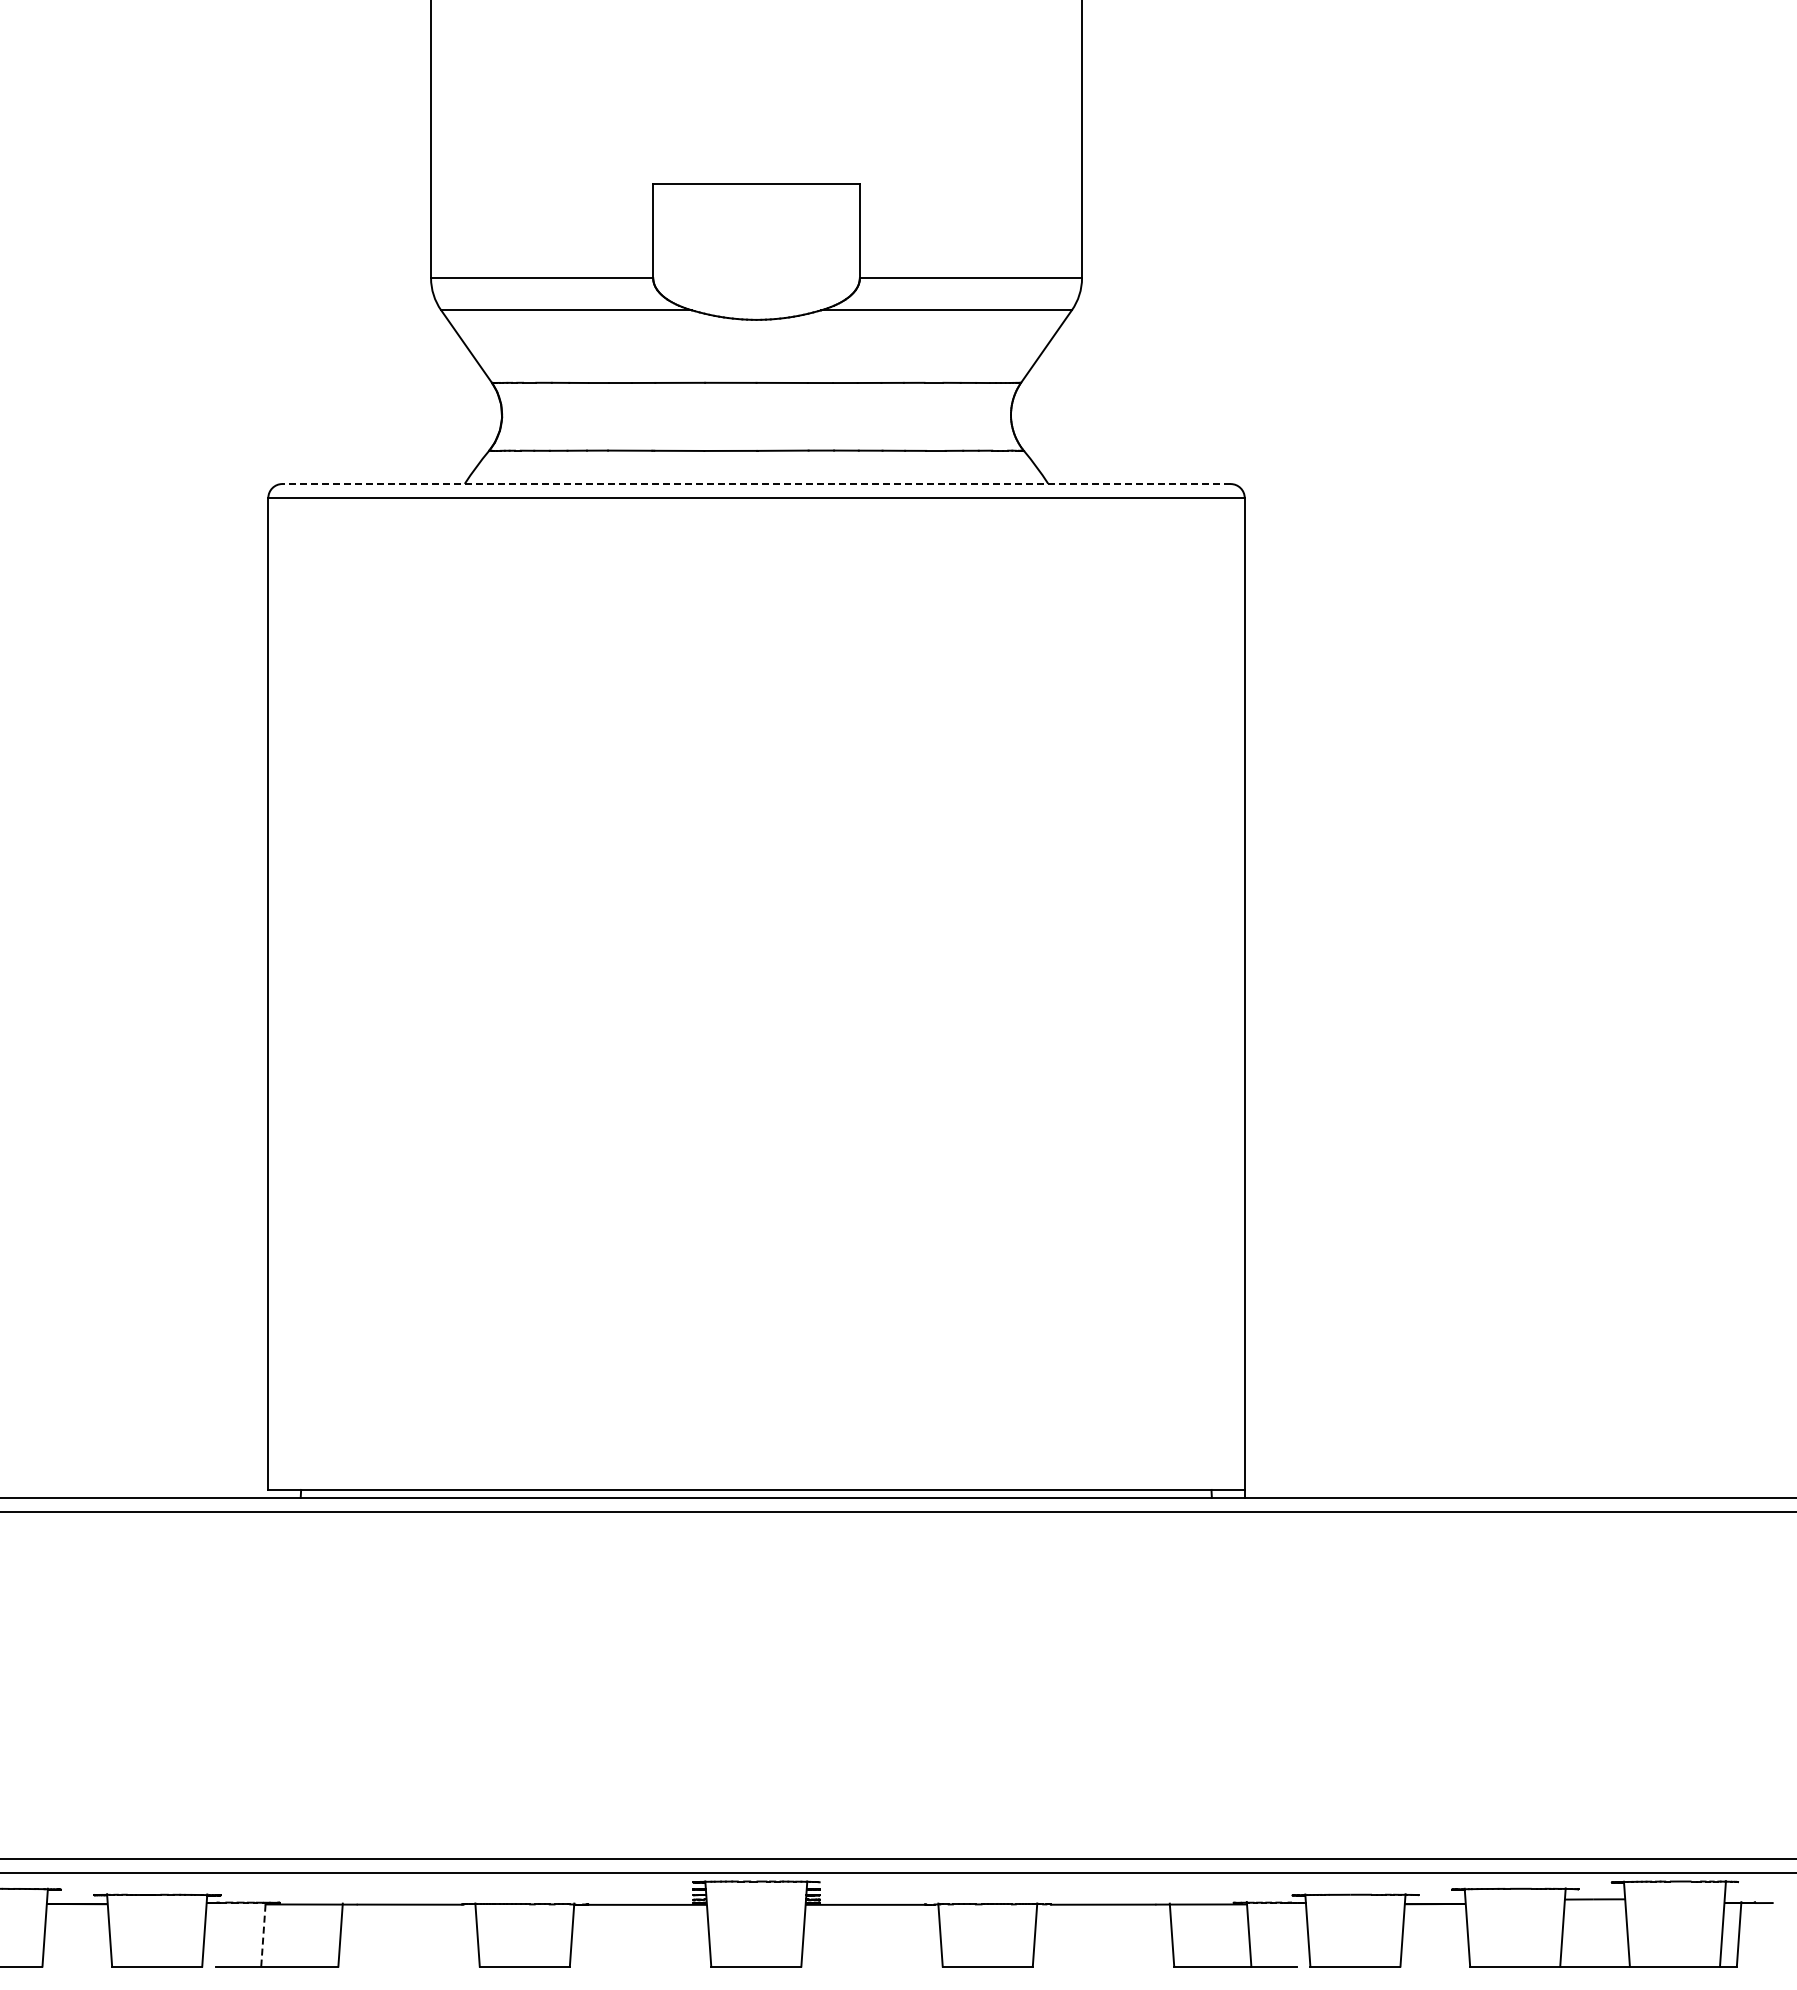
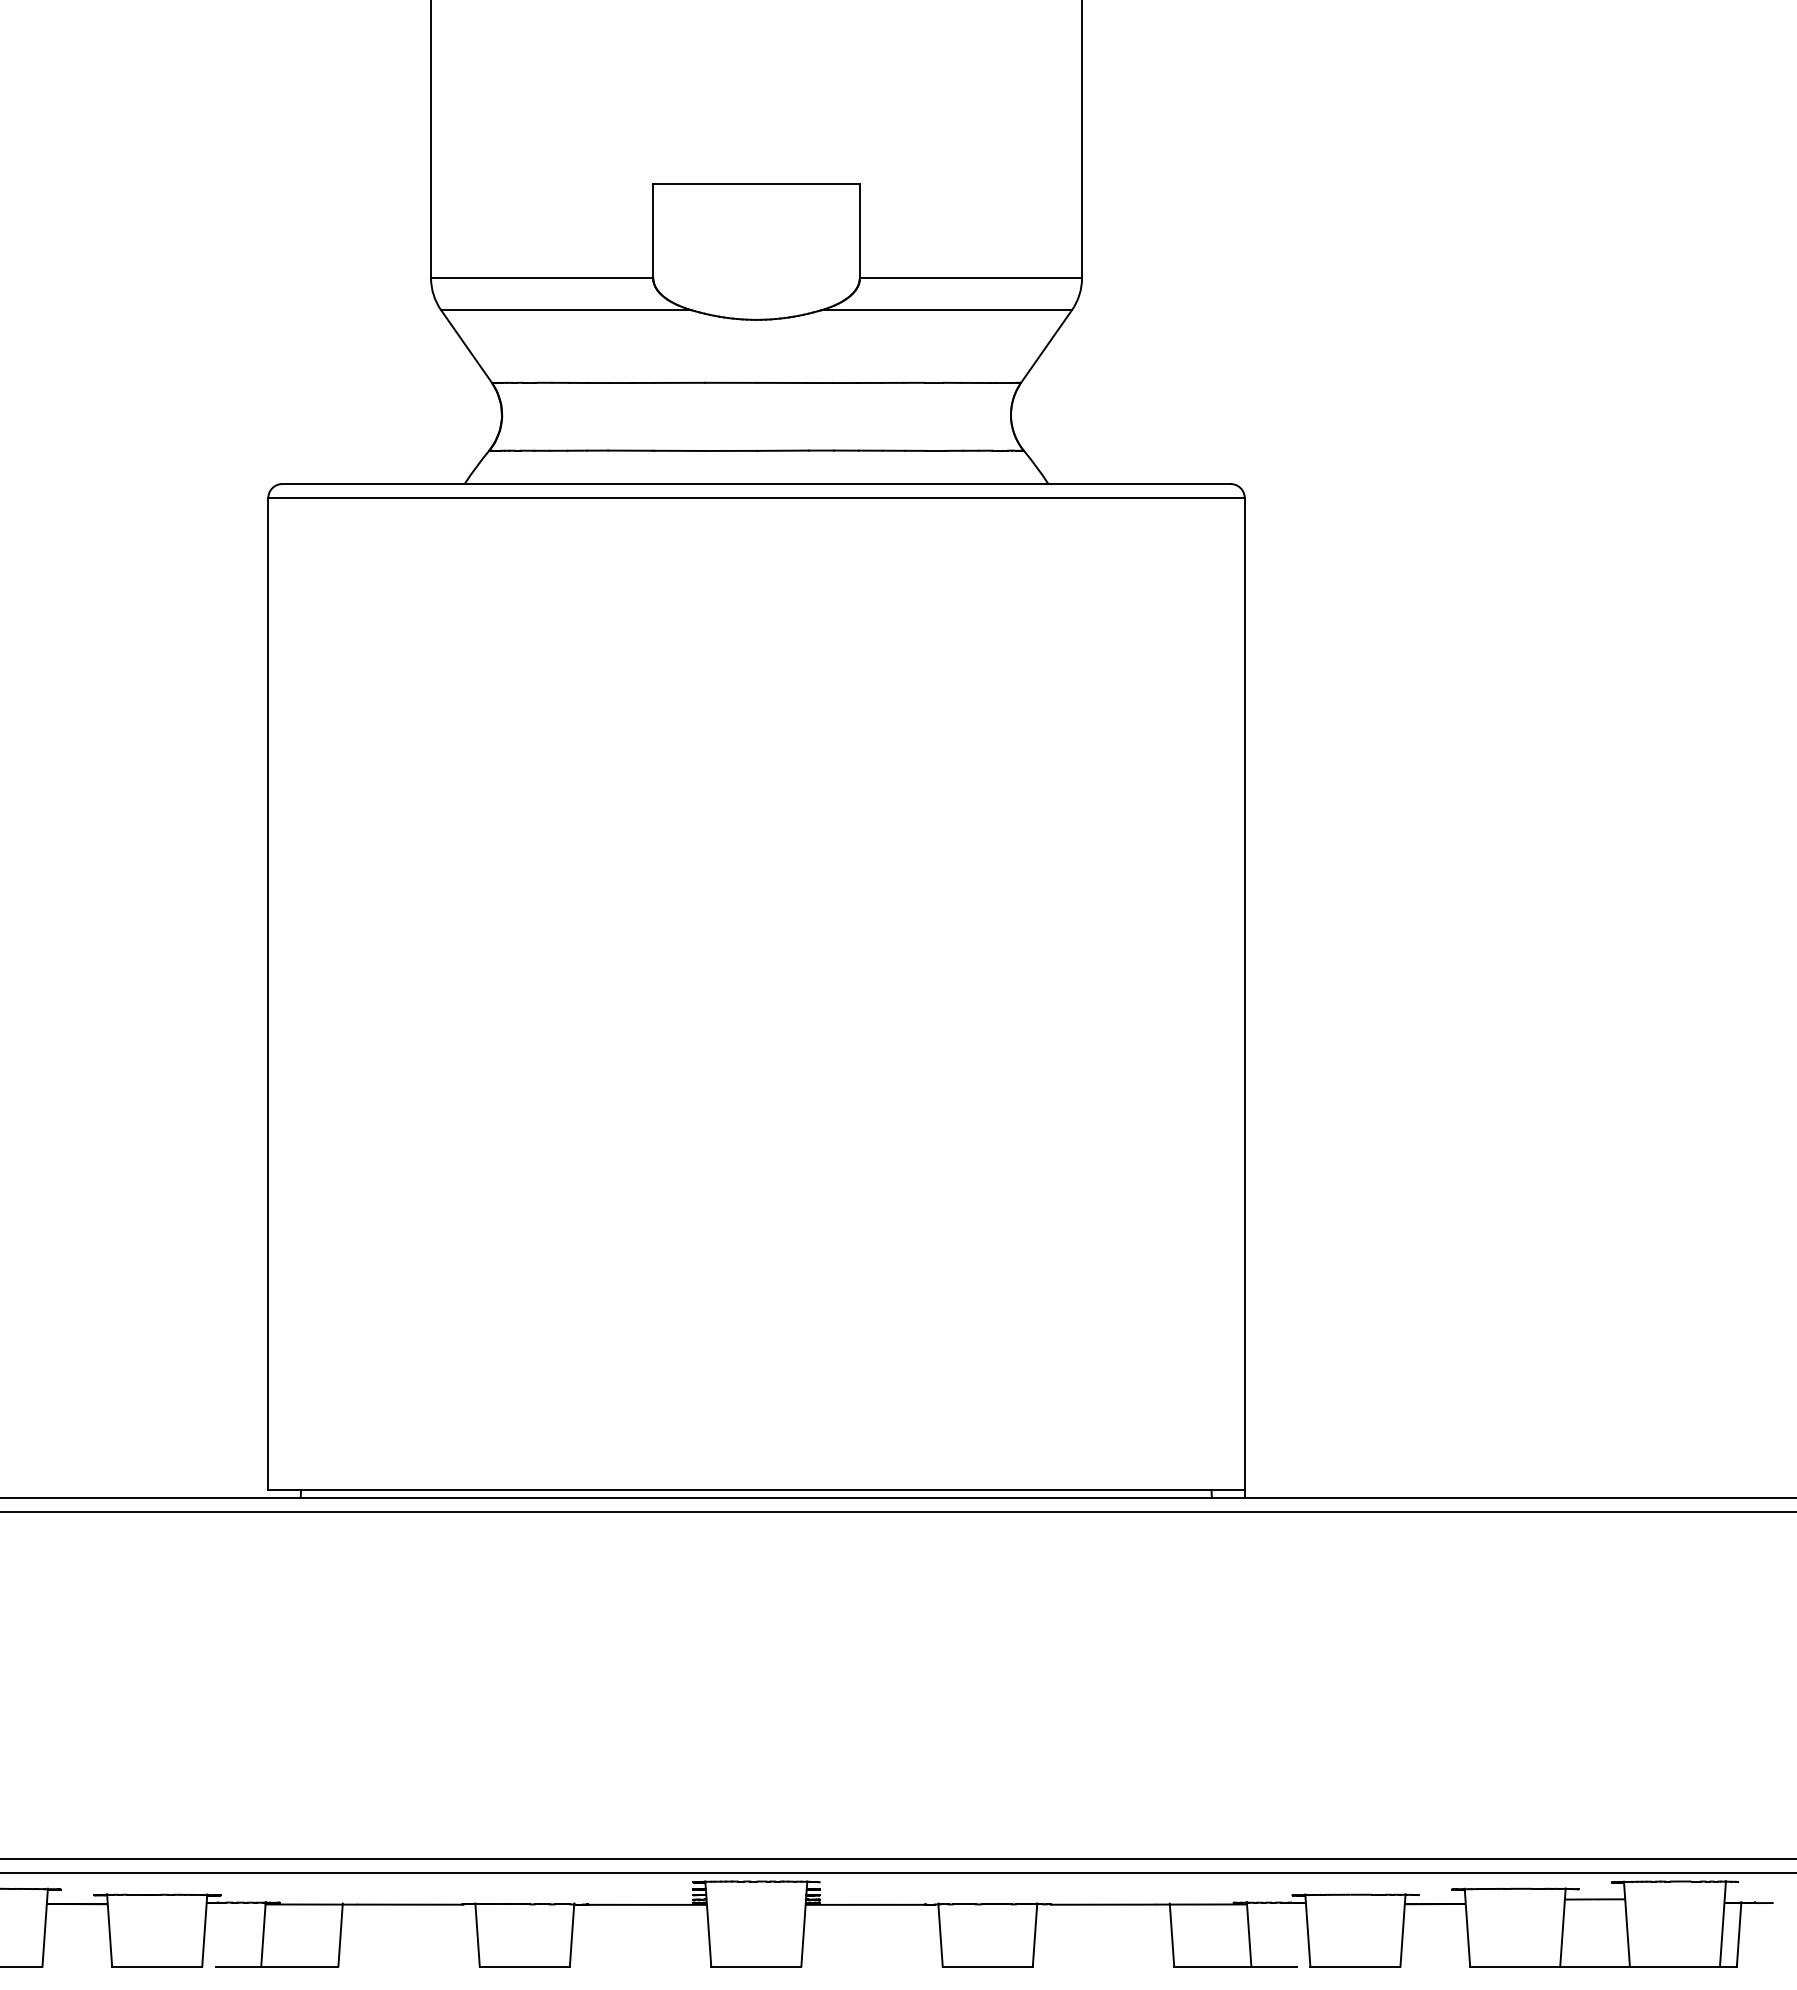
line at (756, 484): dashed -> solid
line at (263, 1933): dashed -> solid
